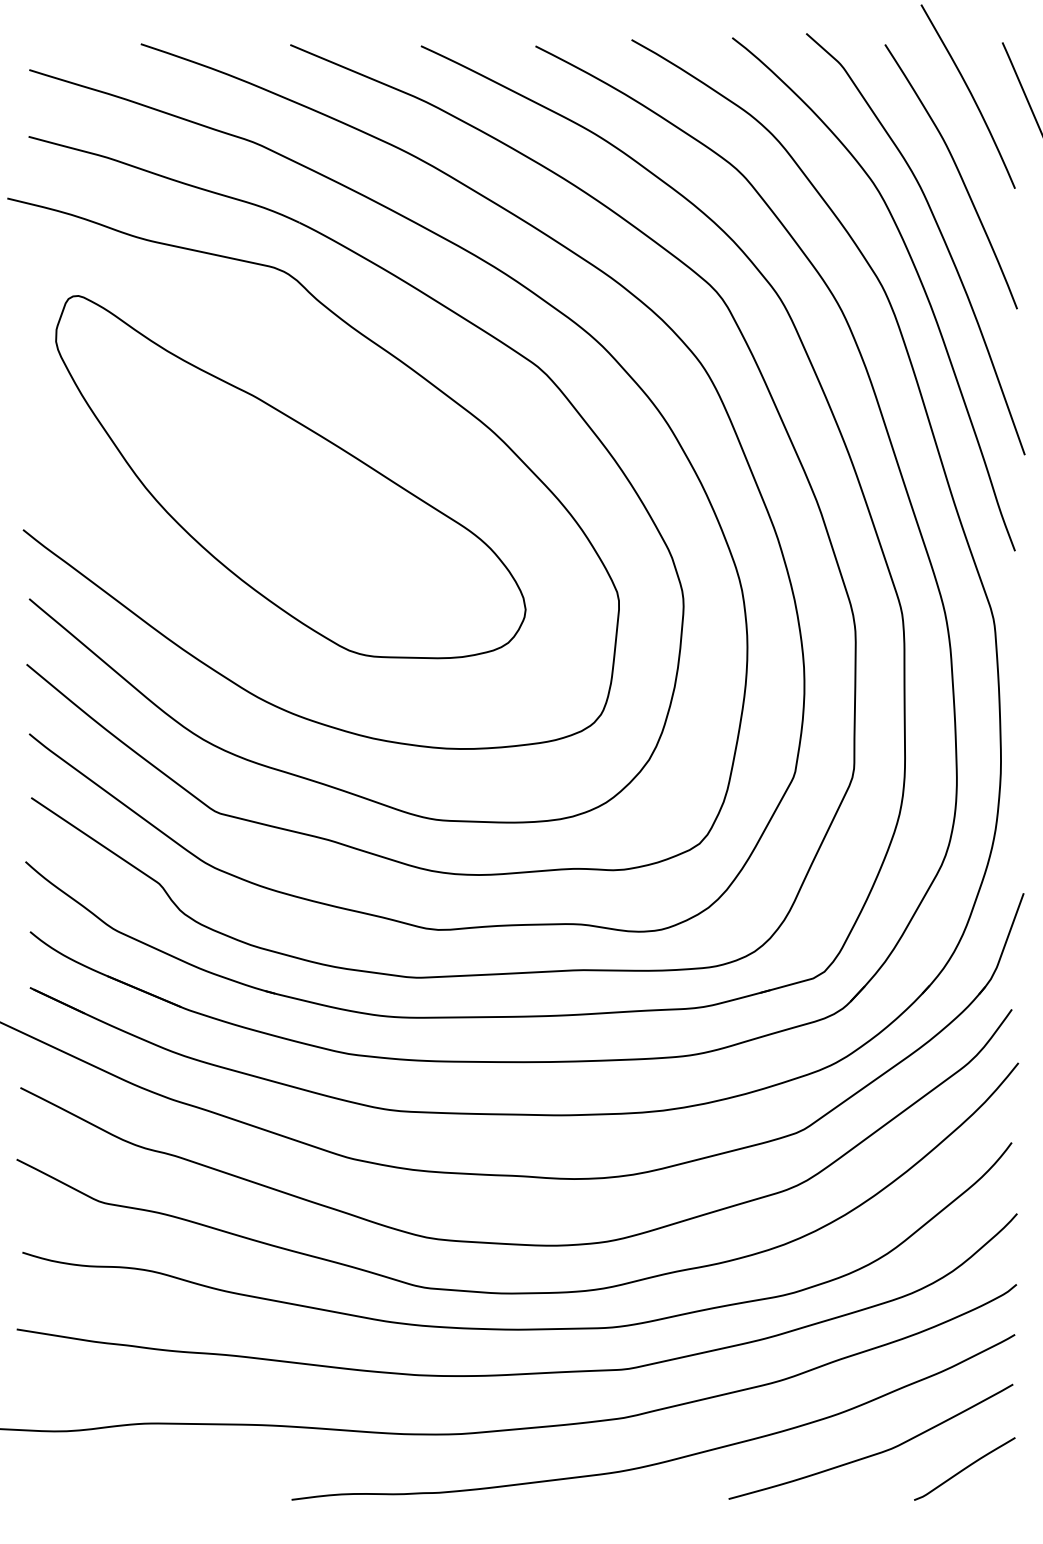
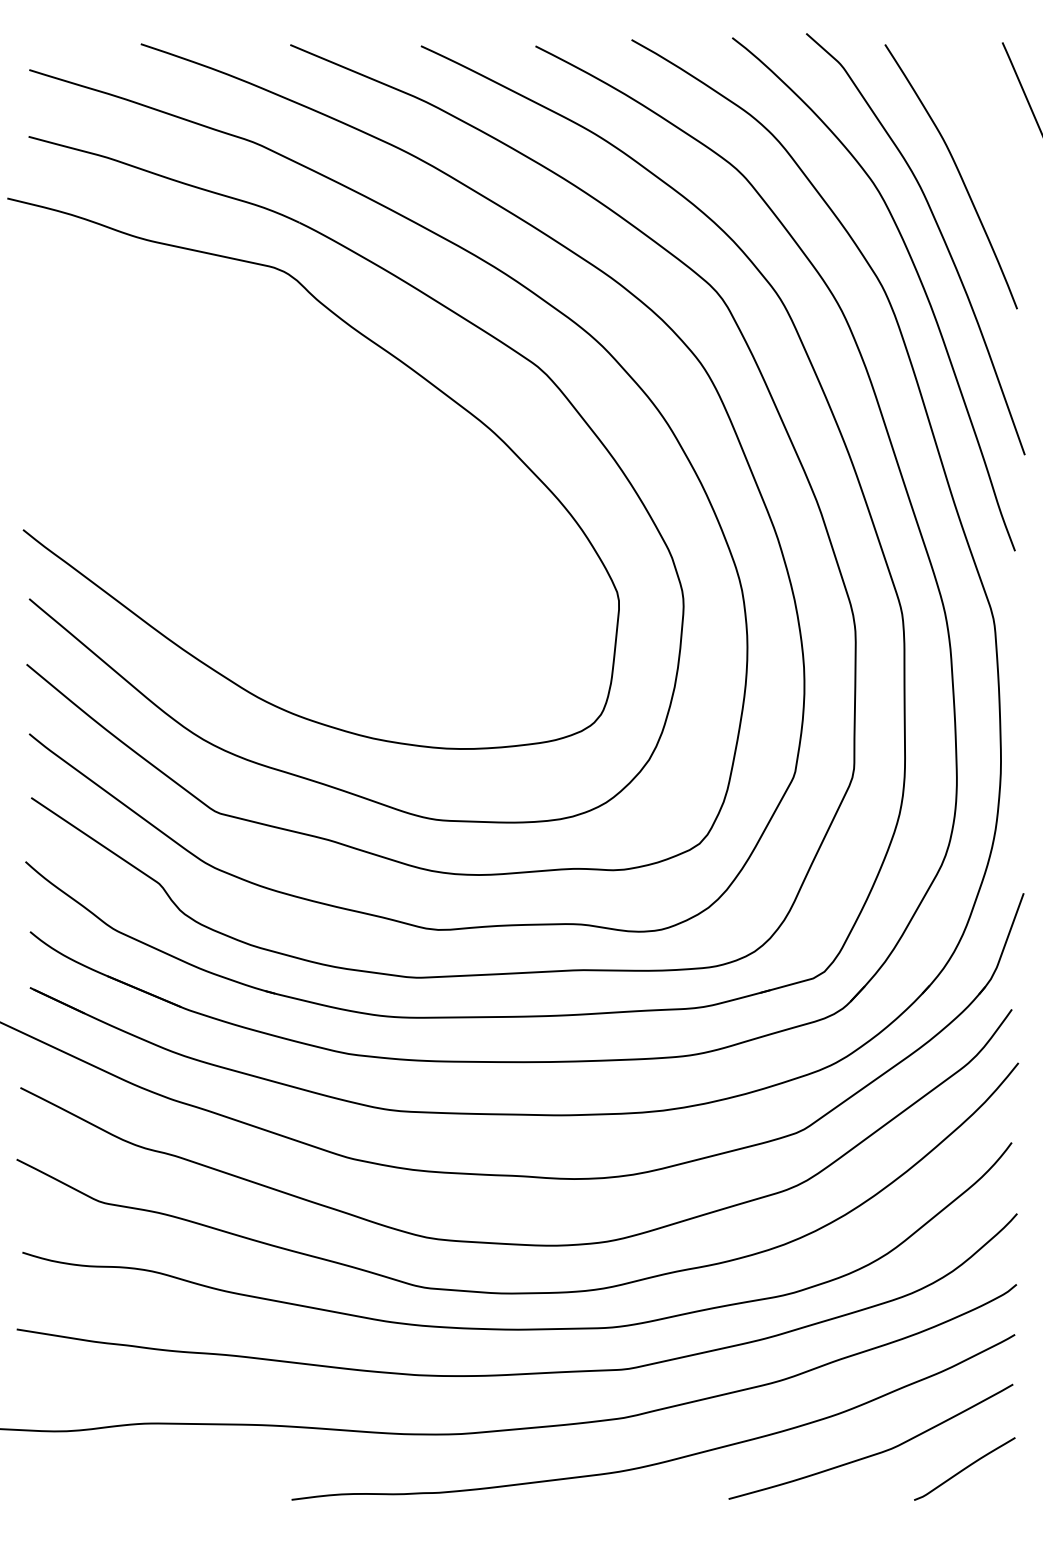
curve at (969, 93): present -> none
part at (290, 477): present -> none
